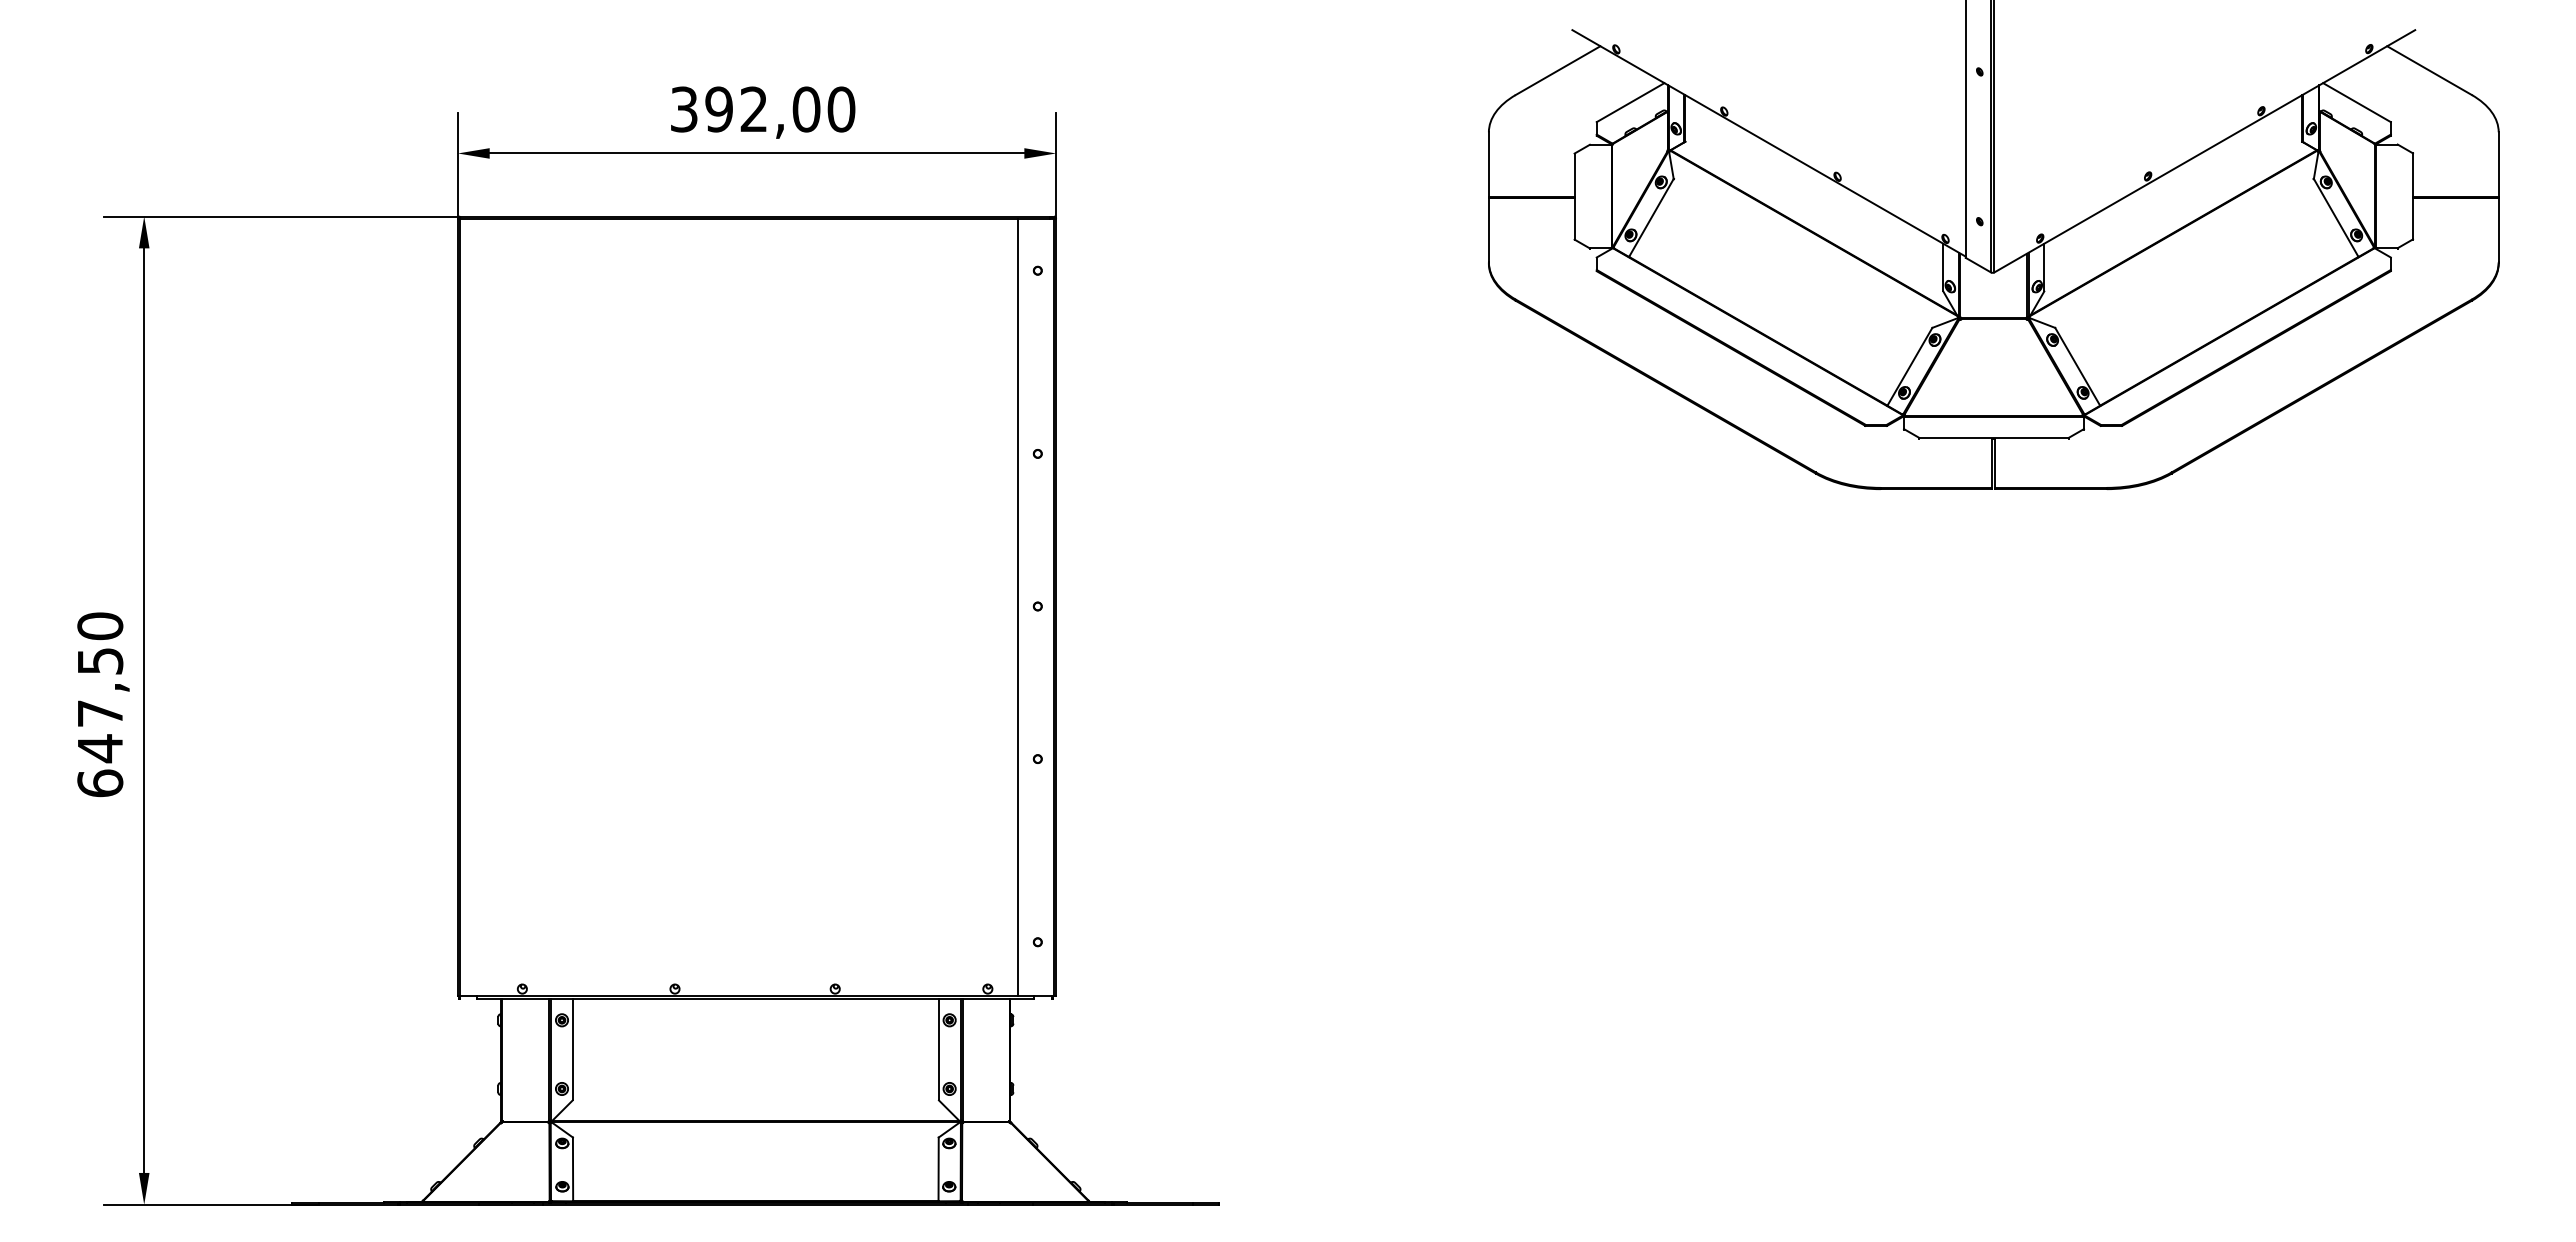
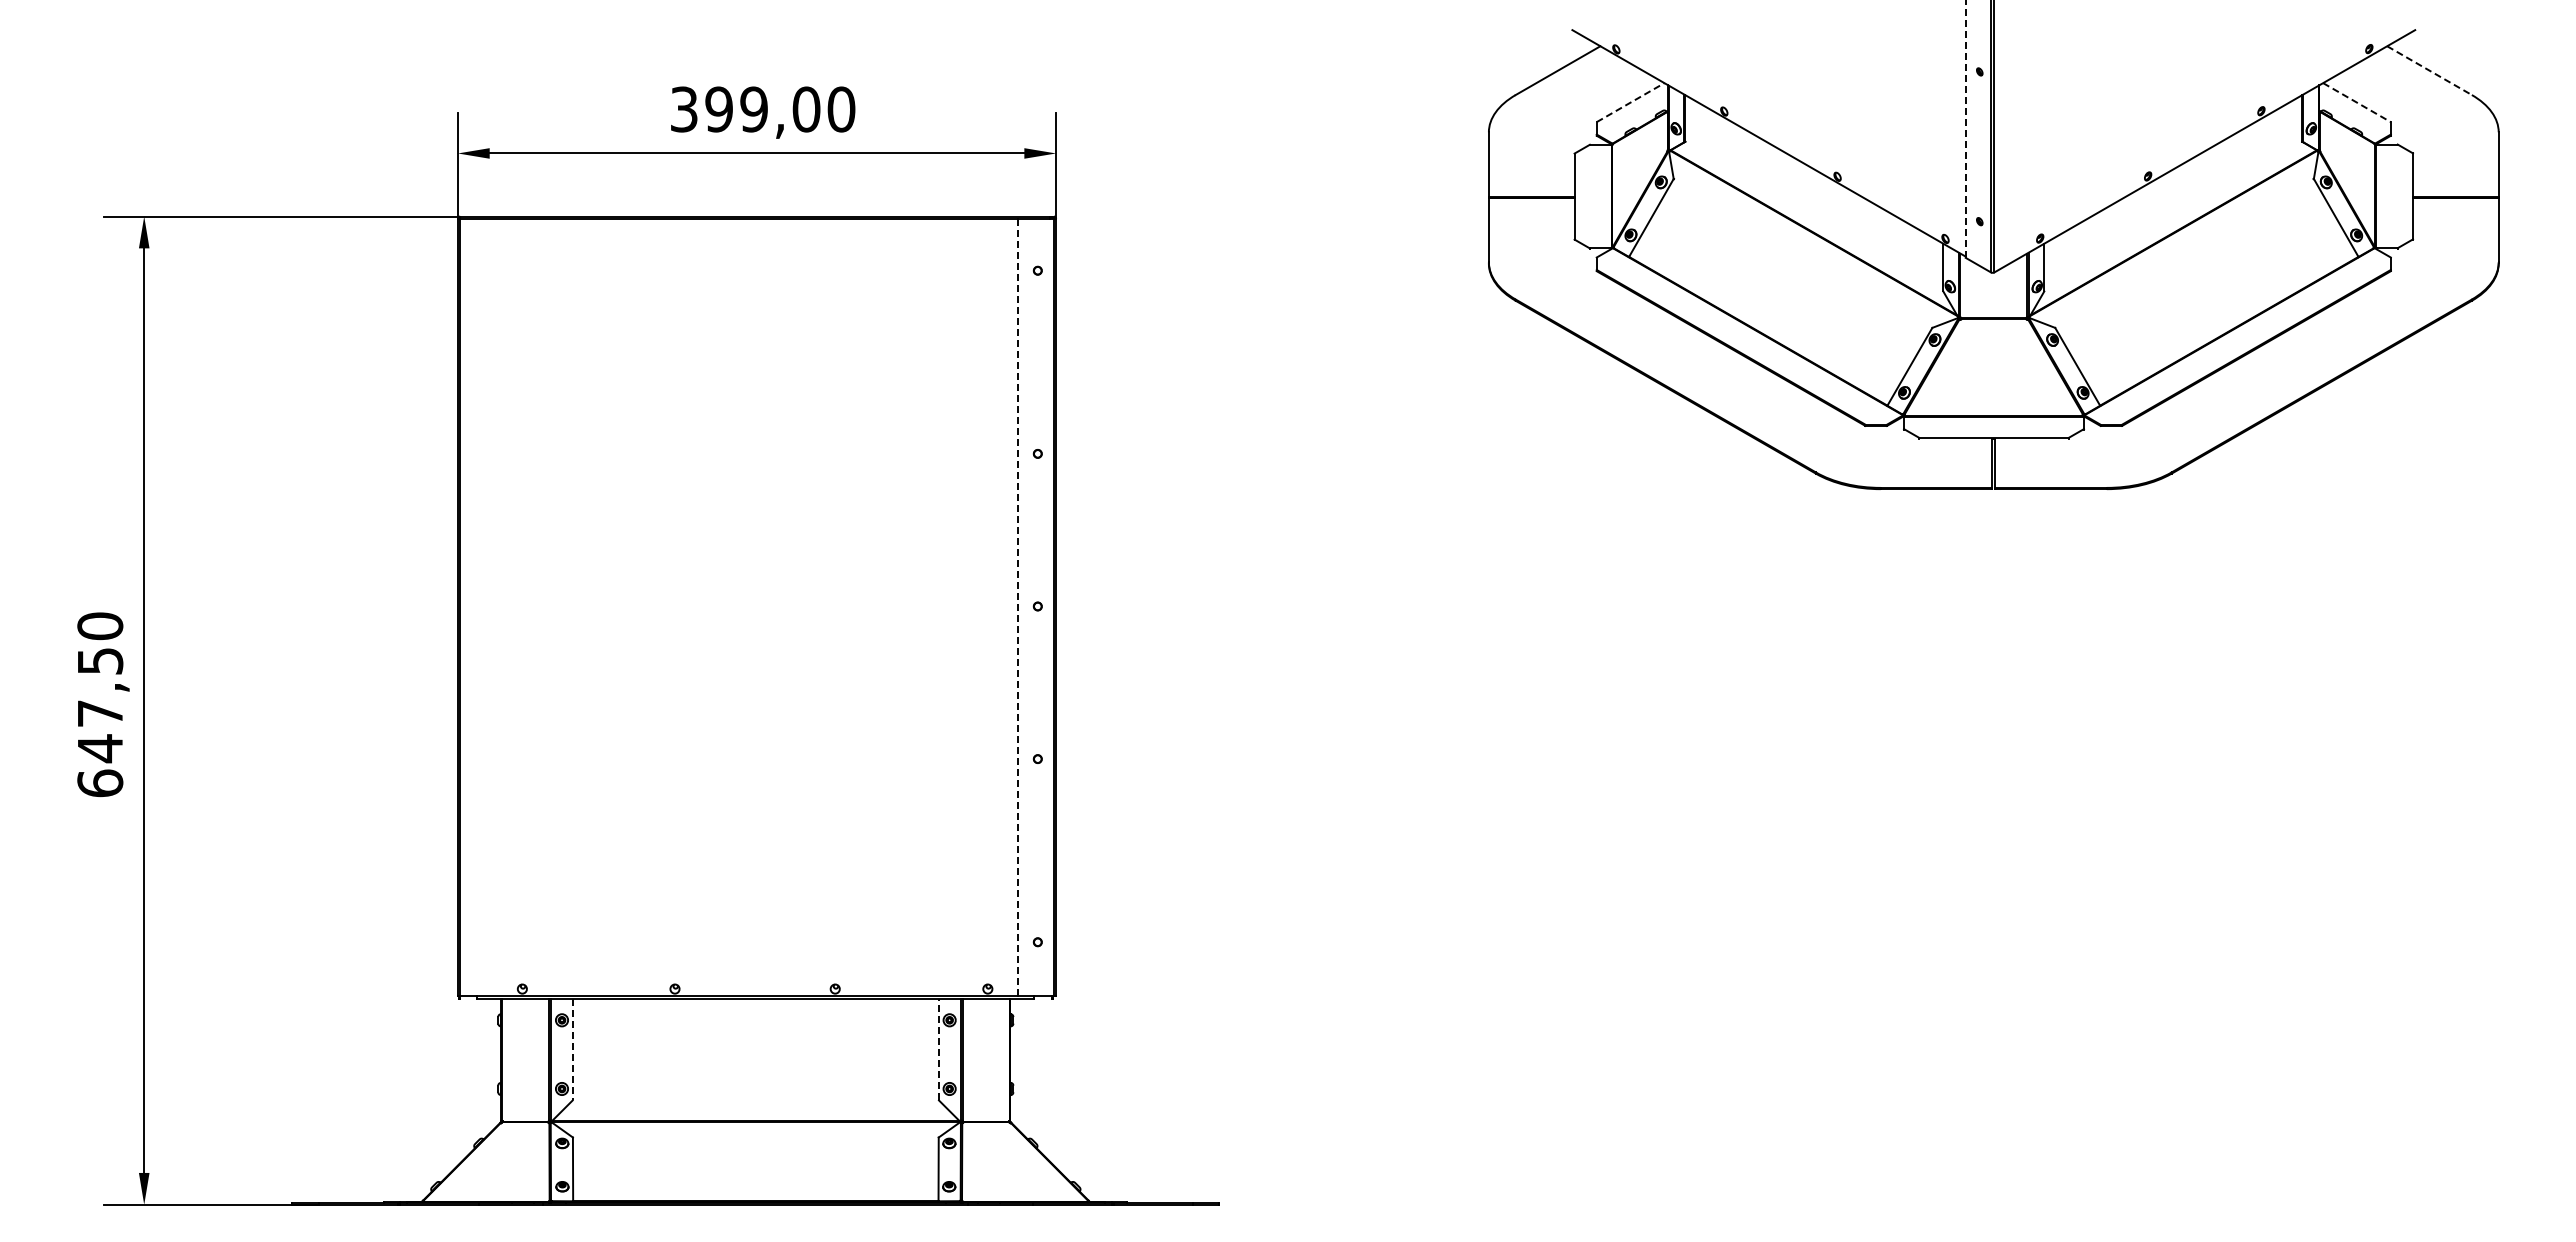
line at (2429, 70): solid -> dashed
line at (1631, 102): solid -> dashed
line at (2357, 102): solid -> dashed
text at (753, 109): 392,00 -> 399,00
line at (1965, 128): solid -> dashed
line at (1018, 607): solid -> dashed
line at (572, 1049): solid -> dashed
line at (938, 1049): solid -> dashed
